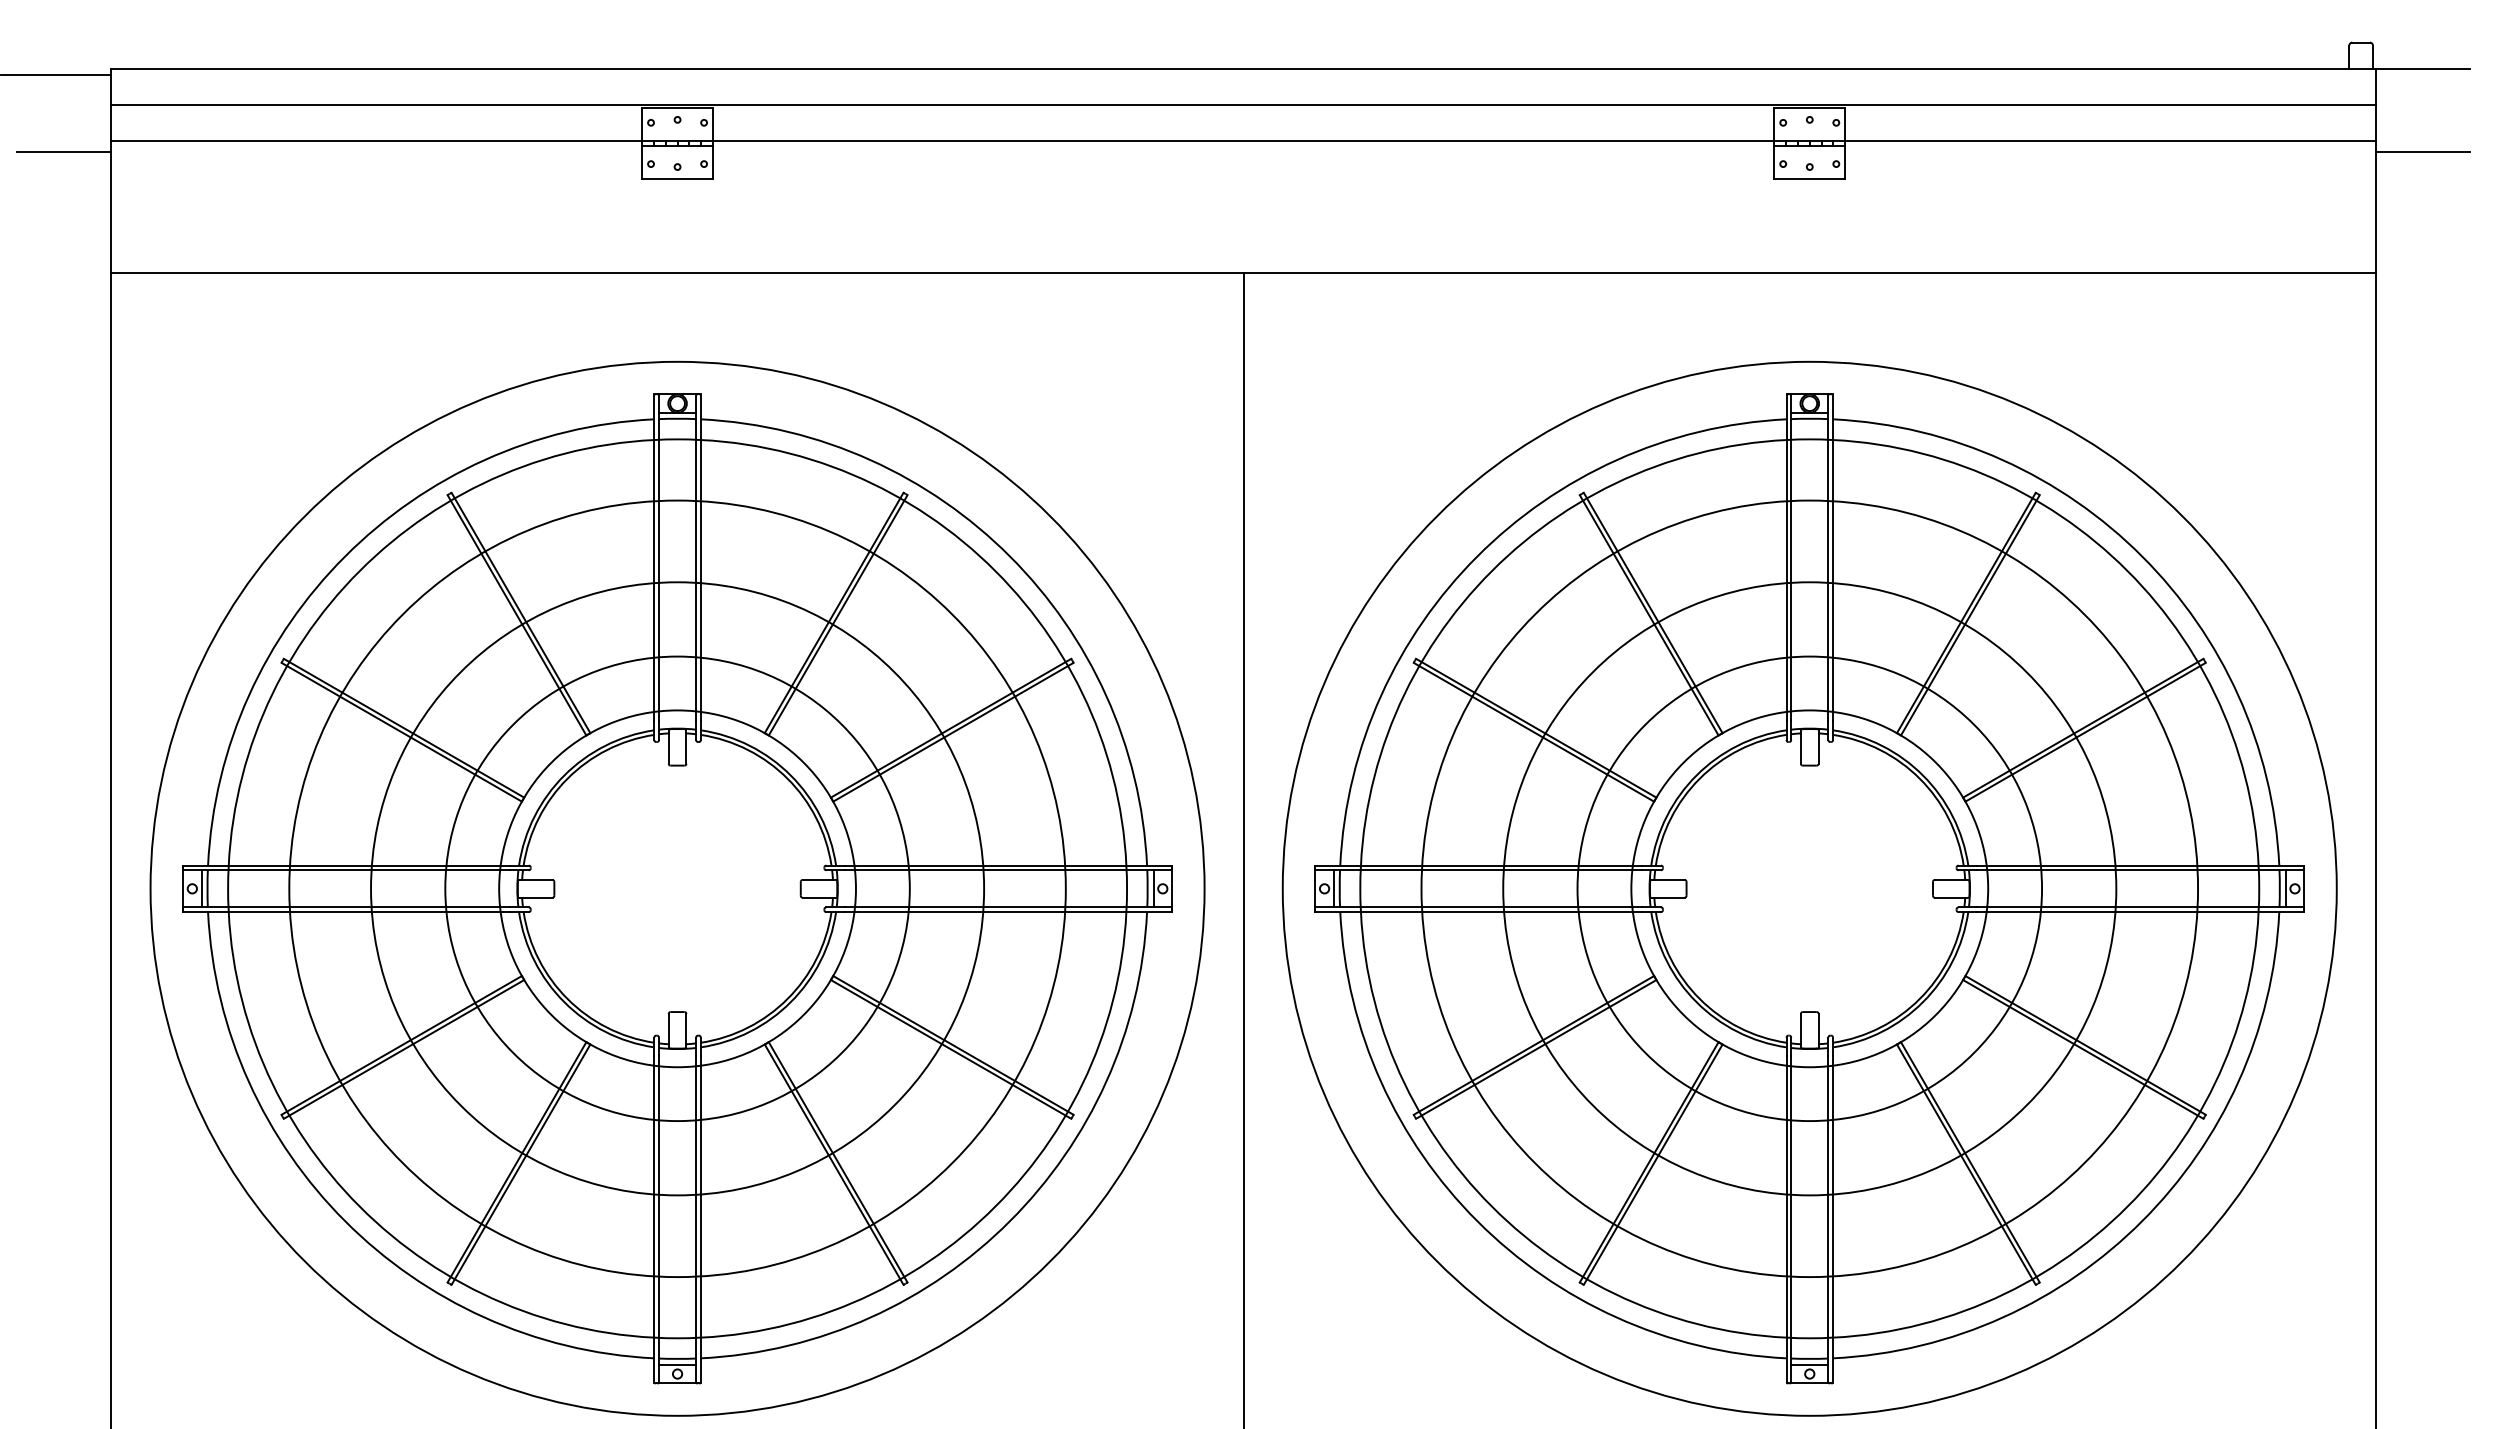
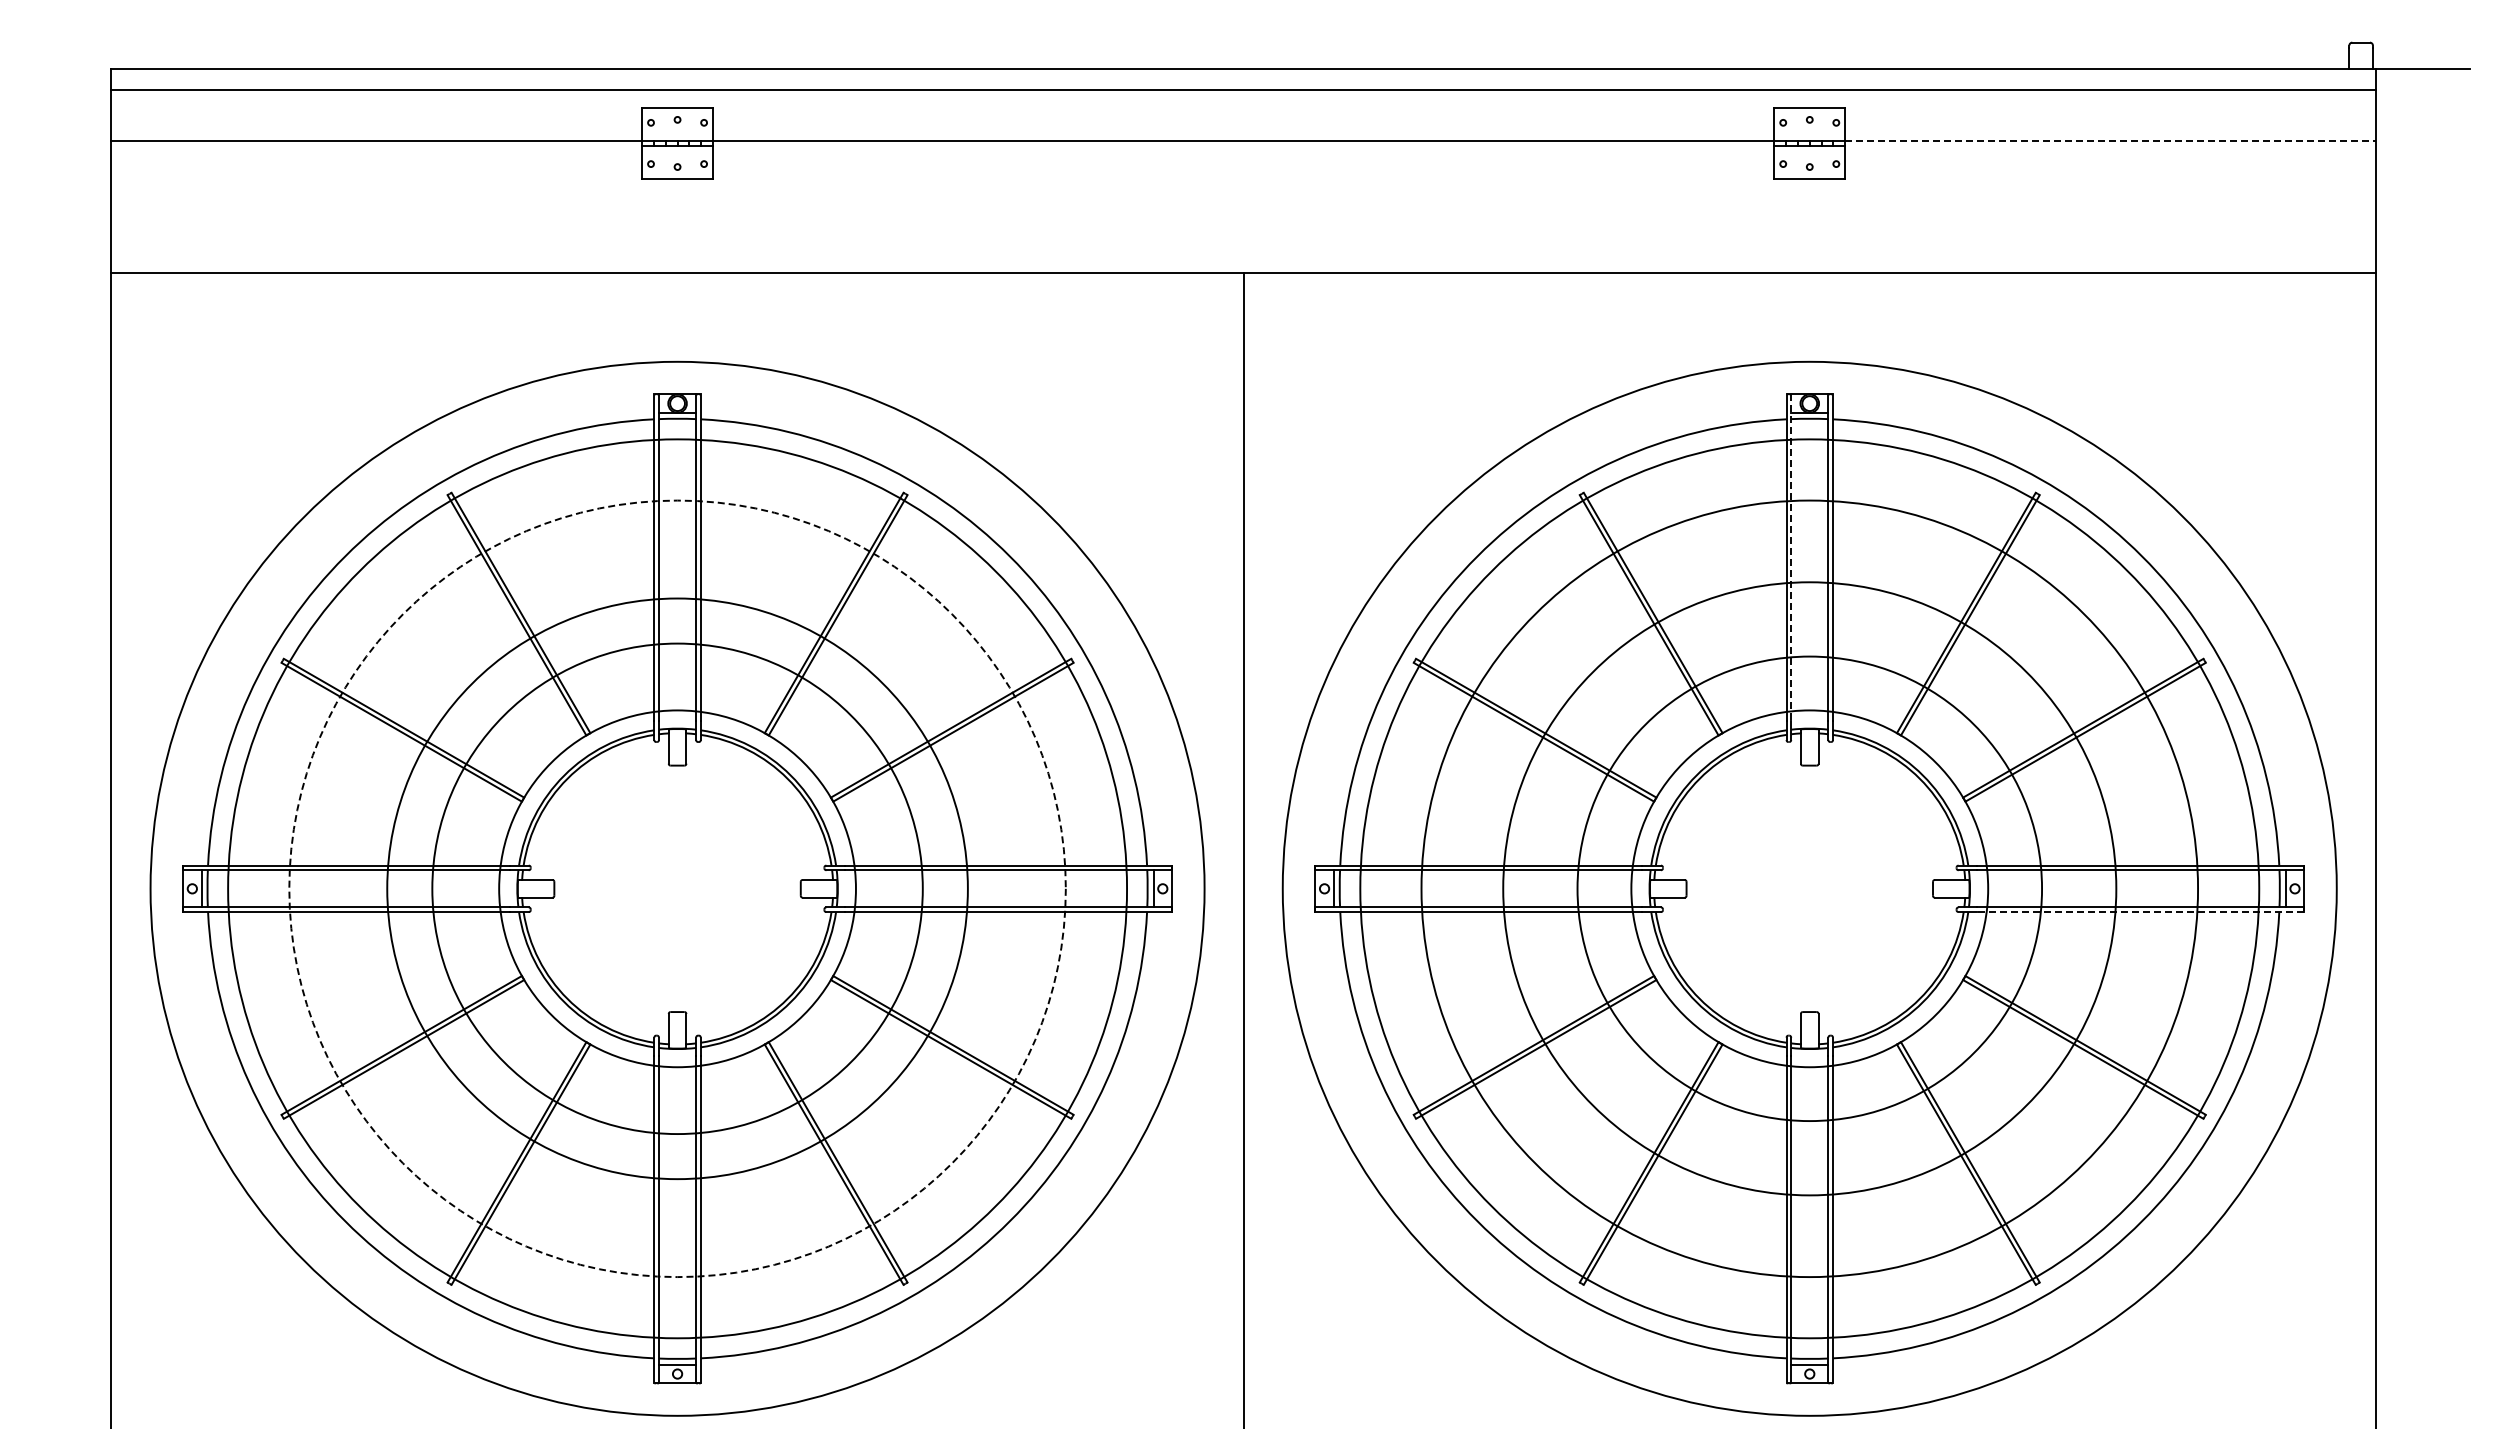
line at (56, 75): present -> none
line at (1243, 105) position: (1243, 105) -> (1243, 90)
line at (2111, 140): solid -> dashed
line at (64, 151): present -> none
line at (2422, 151): present -> none
line at (1791, 558): solid -> dashed
circle at (677, 888) diameter: 465 px -> 581 px
circle at (677, 888) diameter: 613 px -> 490 px
circle at (677, 888): solid -> dashed
line at (2140, 912): solid -> dashed
